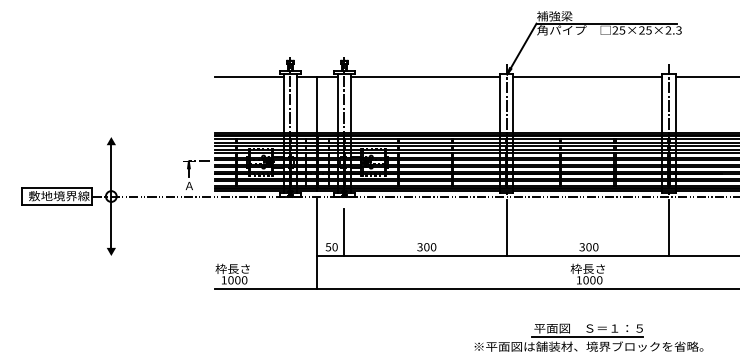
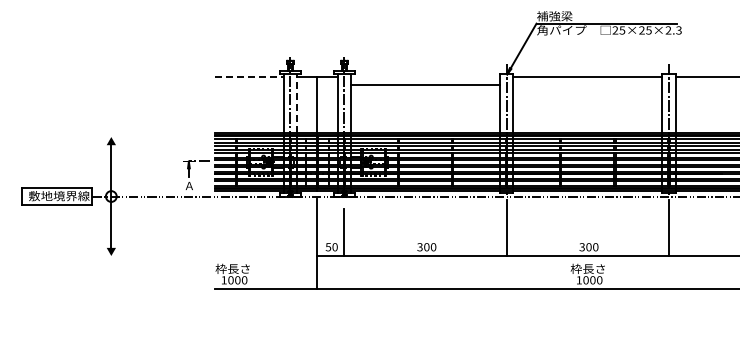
line at (249, 77): solid -> dashed
line at (425, 77) position: (425, 77) -> (425, 85)
line at (297, 103): solid -> dashed
part at (588, 337): present -> none
